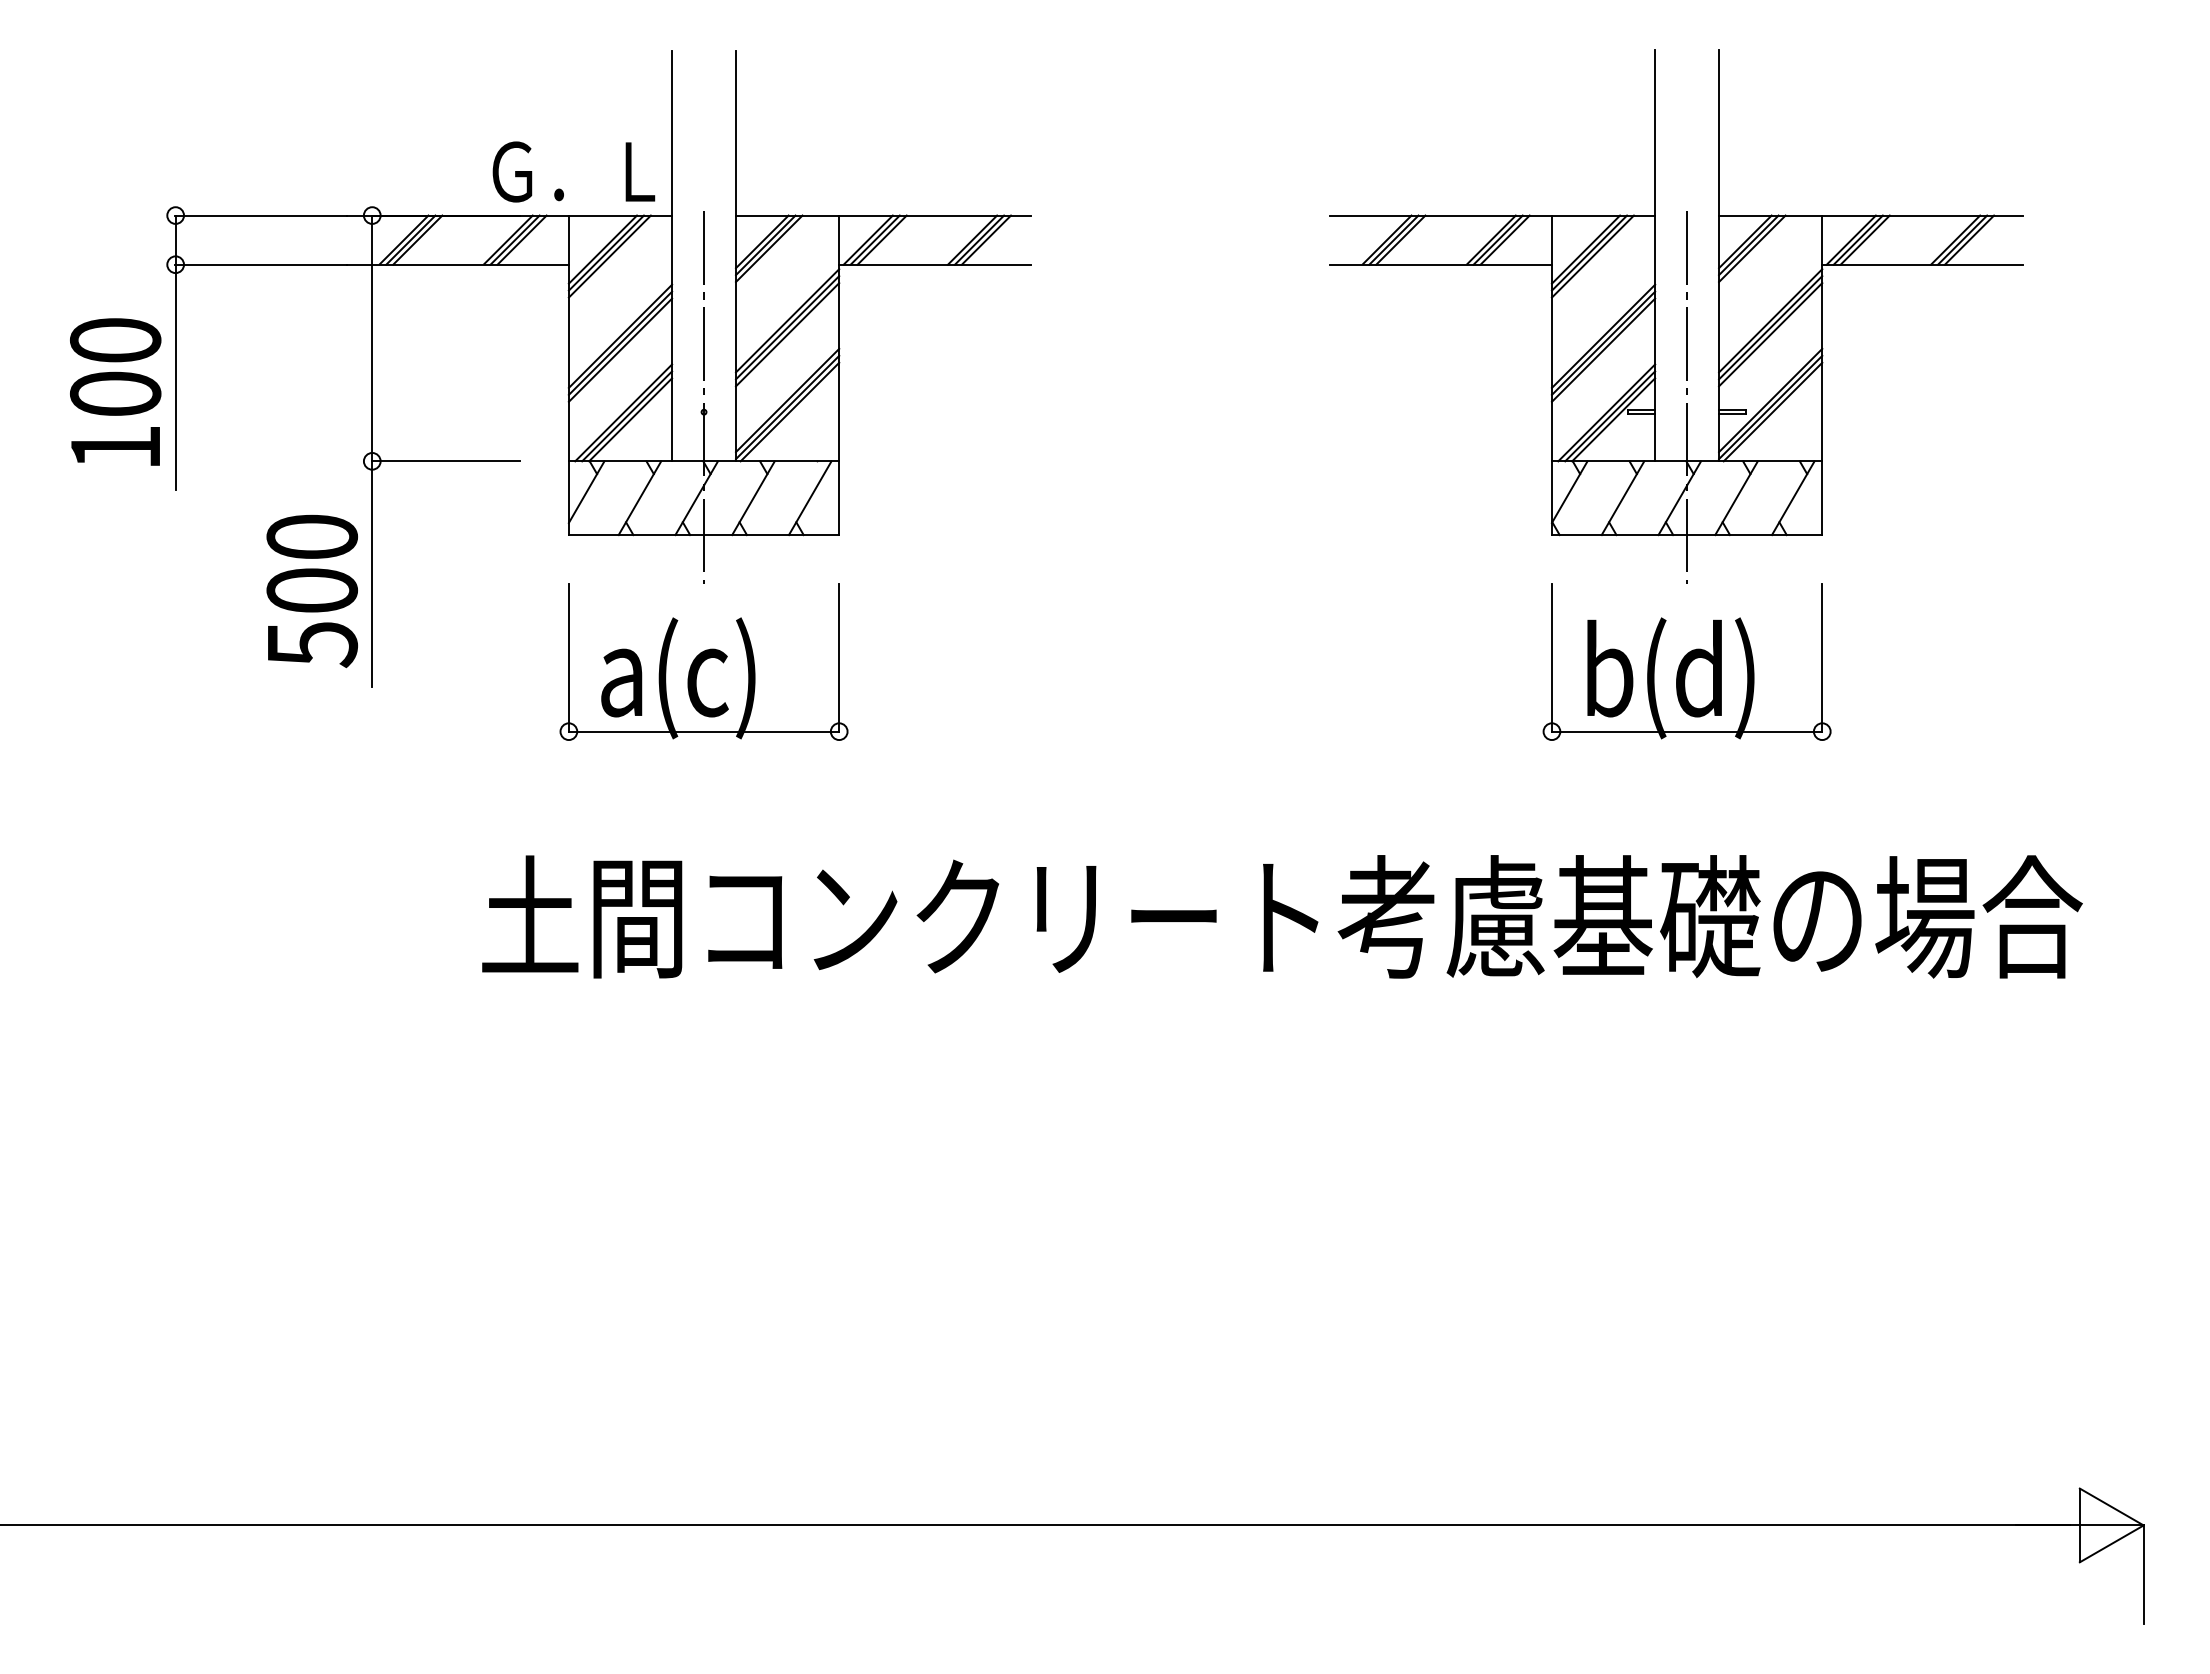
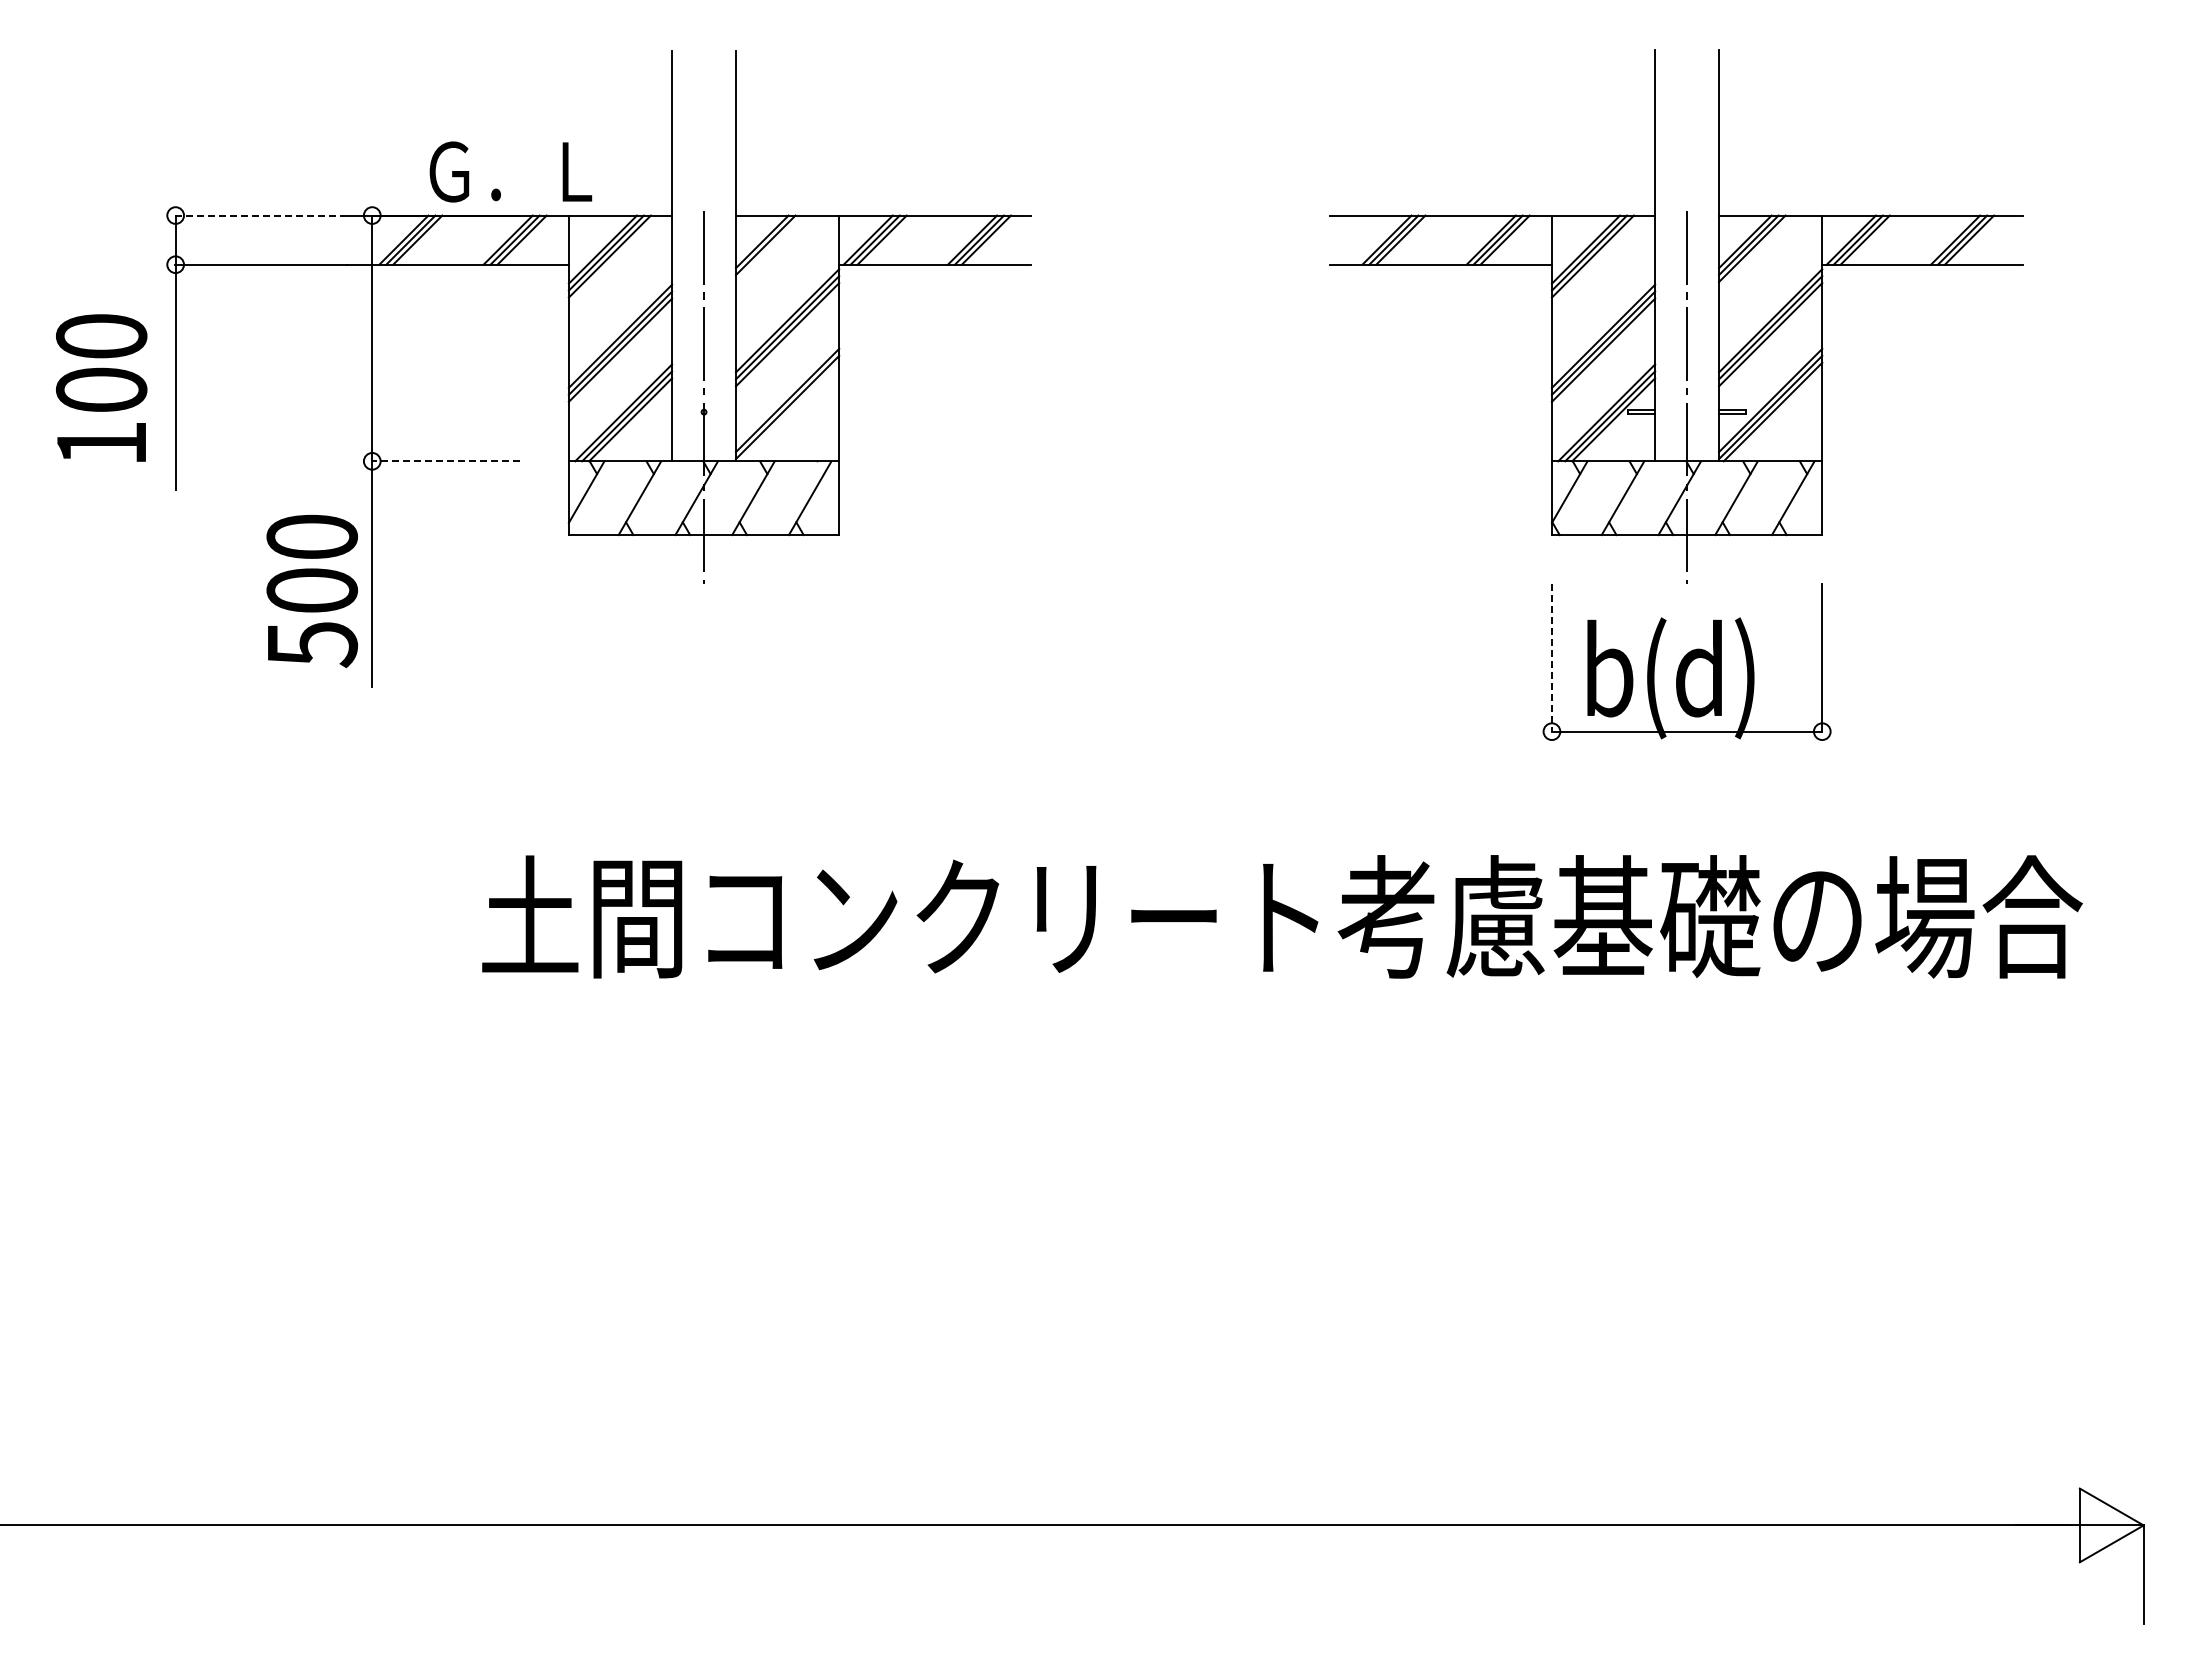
text at (573, 171) position: (573, 171) -> (510, 171)
line at (260, 215): solid -> dashed
line at (769, 248): present -> none
text at (115, 391) position: (115, 391) -> (101, 387)
line at (789, 411): present -> none
line at (445, 461): solid -> dashed
line at (1551, 658): solid -> dashed
part at (703, 661): present -> none
